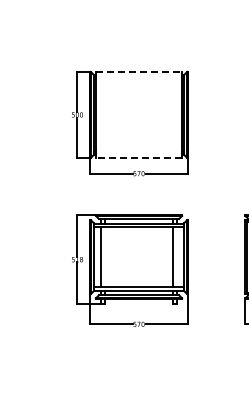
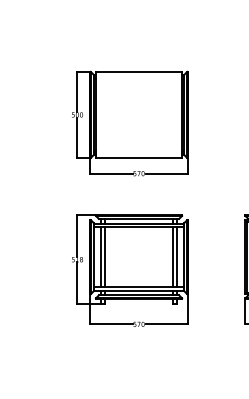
line at (139, 71): dashed -> solid
line at (138, 157): dashed -> solid
line at (104, 257): none -> present
line at (176, 257): none -> present
